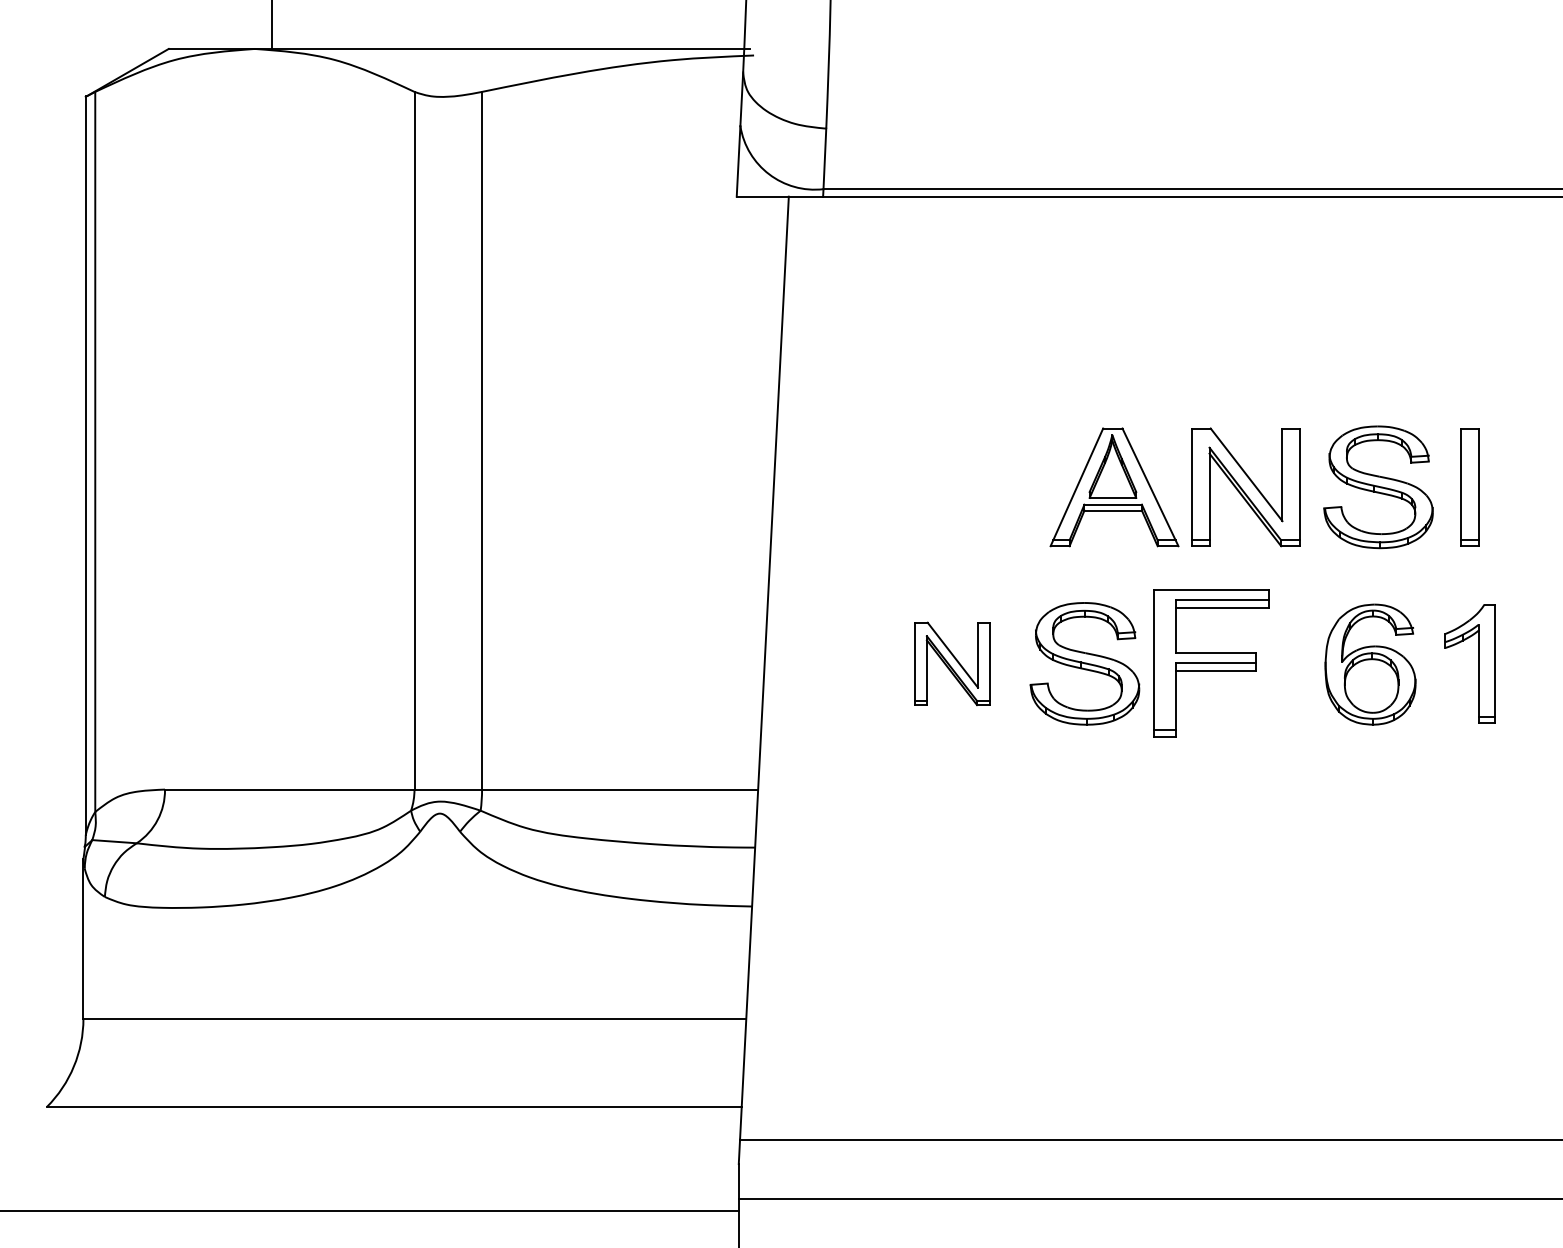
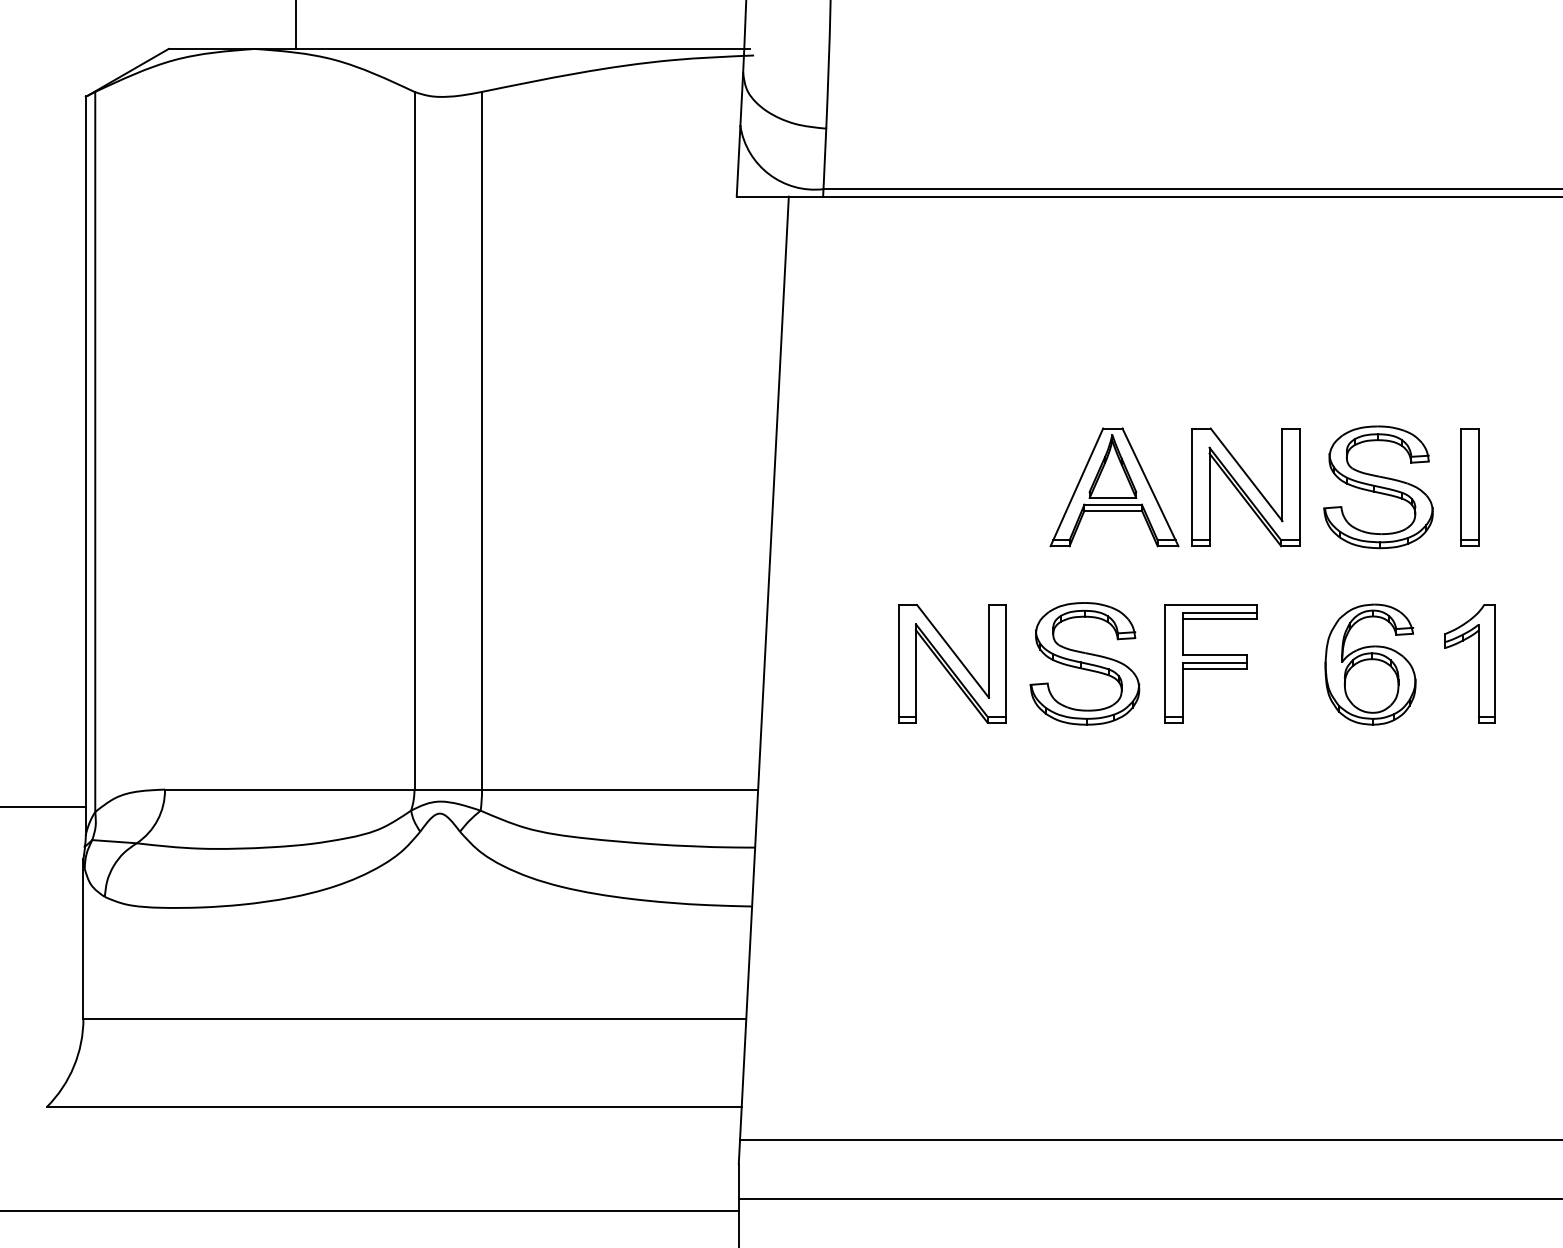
line at (271, 25) position: (271, 25) -> (295, 25)
part at (952, 663) size: 77x86 px -> 109x120 px
part at (1211, 663) size: 117x149 px -> 94x120 px
line at (43, 806): none -> present
